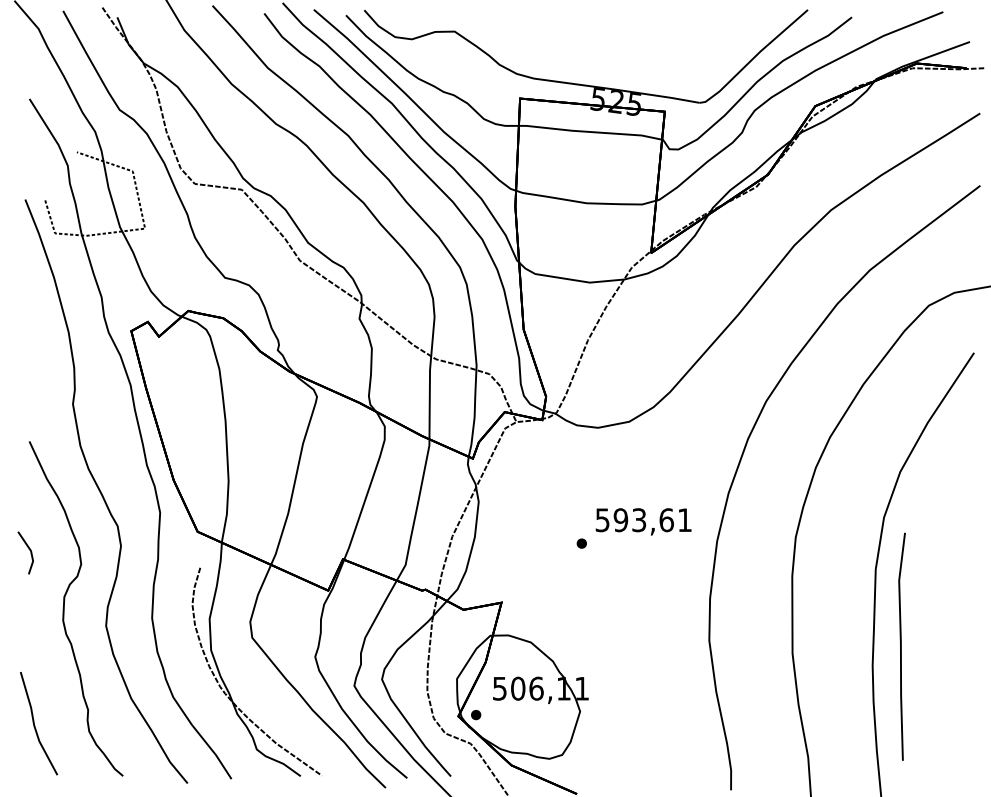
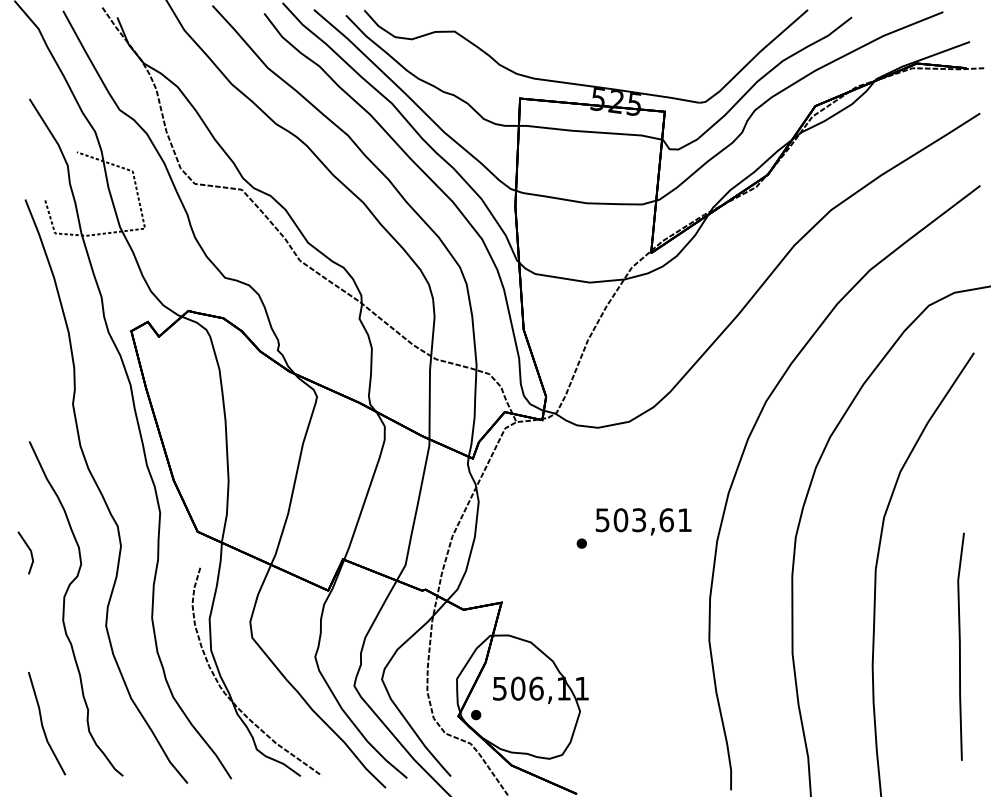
text at (620, 520): 593,61 -> 503,61
line at (901, 646) position: (901, 646) -> (960, 646)
line at (35, 725) position: (35, 725) -> (43, 725)
